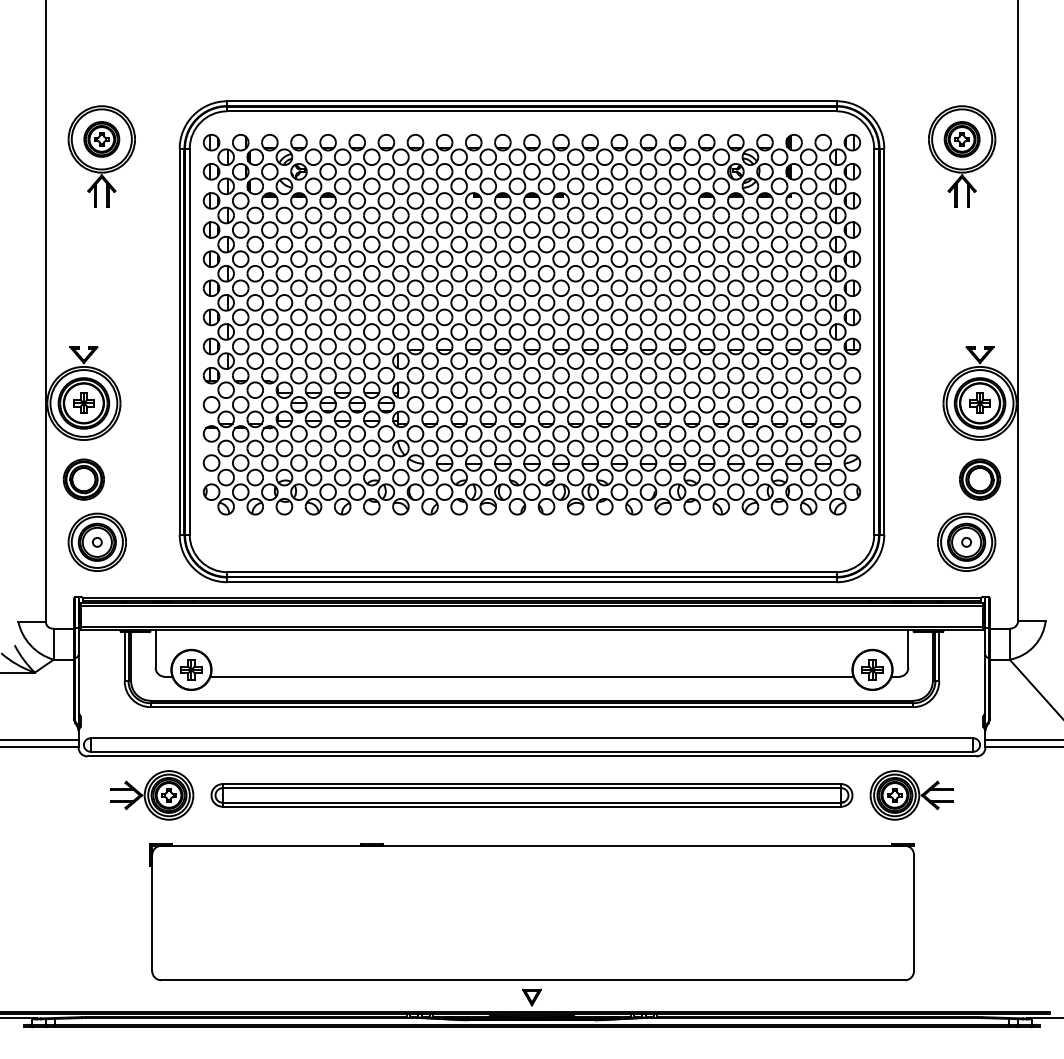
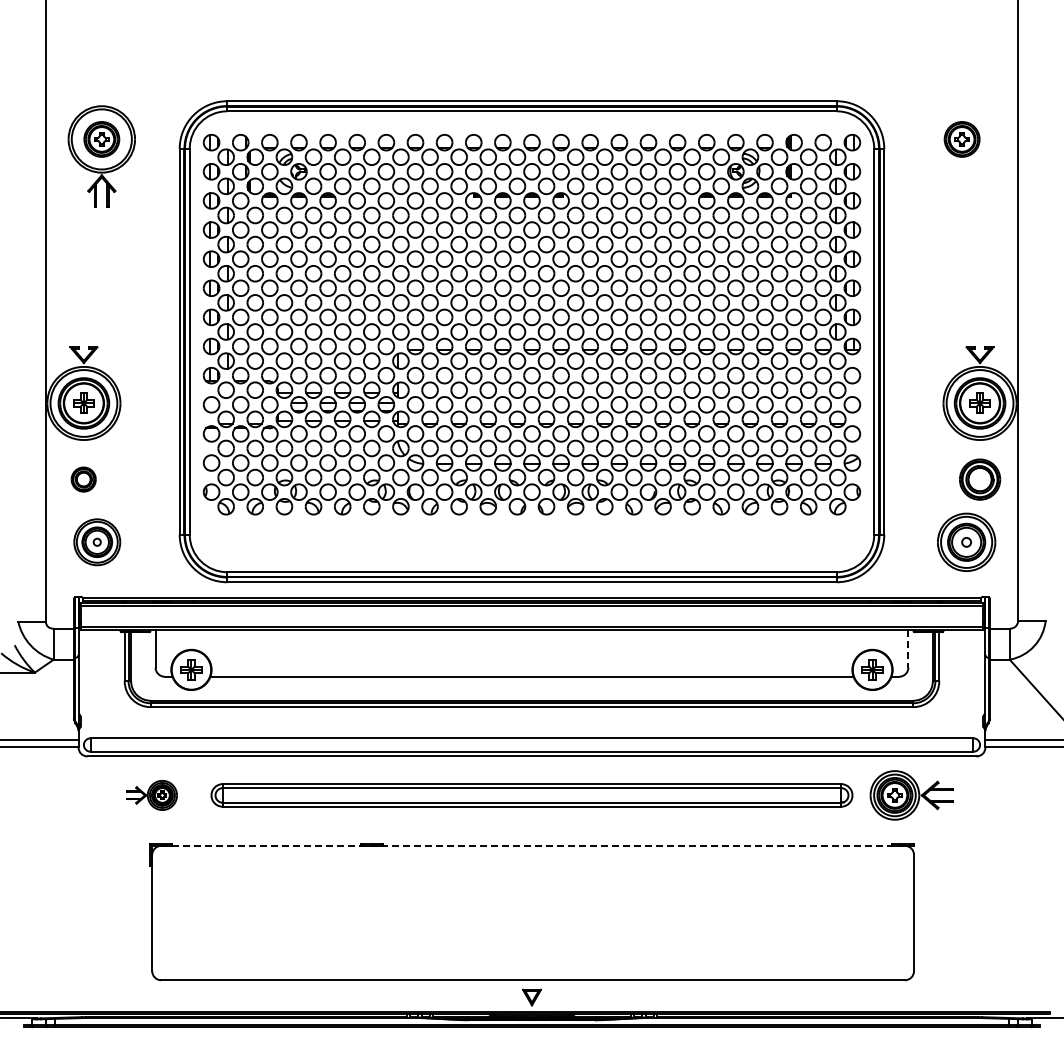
part at (962, 156): present -> none
part at (83, 479) size: 43x43 px -> 27x27 px
part at (96, 541) size: 60x60 px -> 49x49 px
line at (908, 648): solid -> dashed
part at (152, 795) size: 85x51 px -> 52x31 px
line at (533, 845): solid -> dashed
